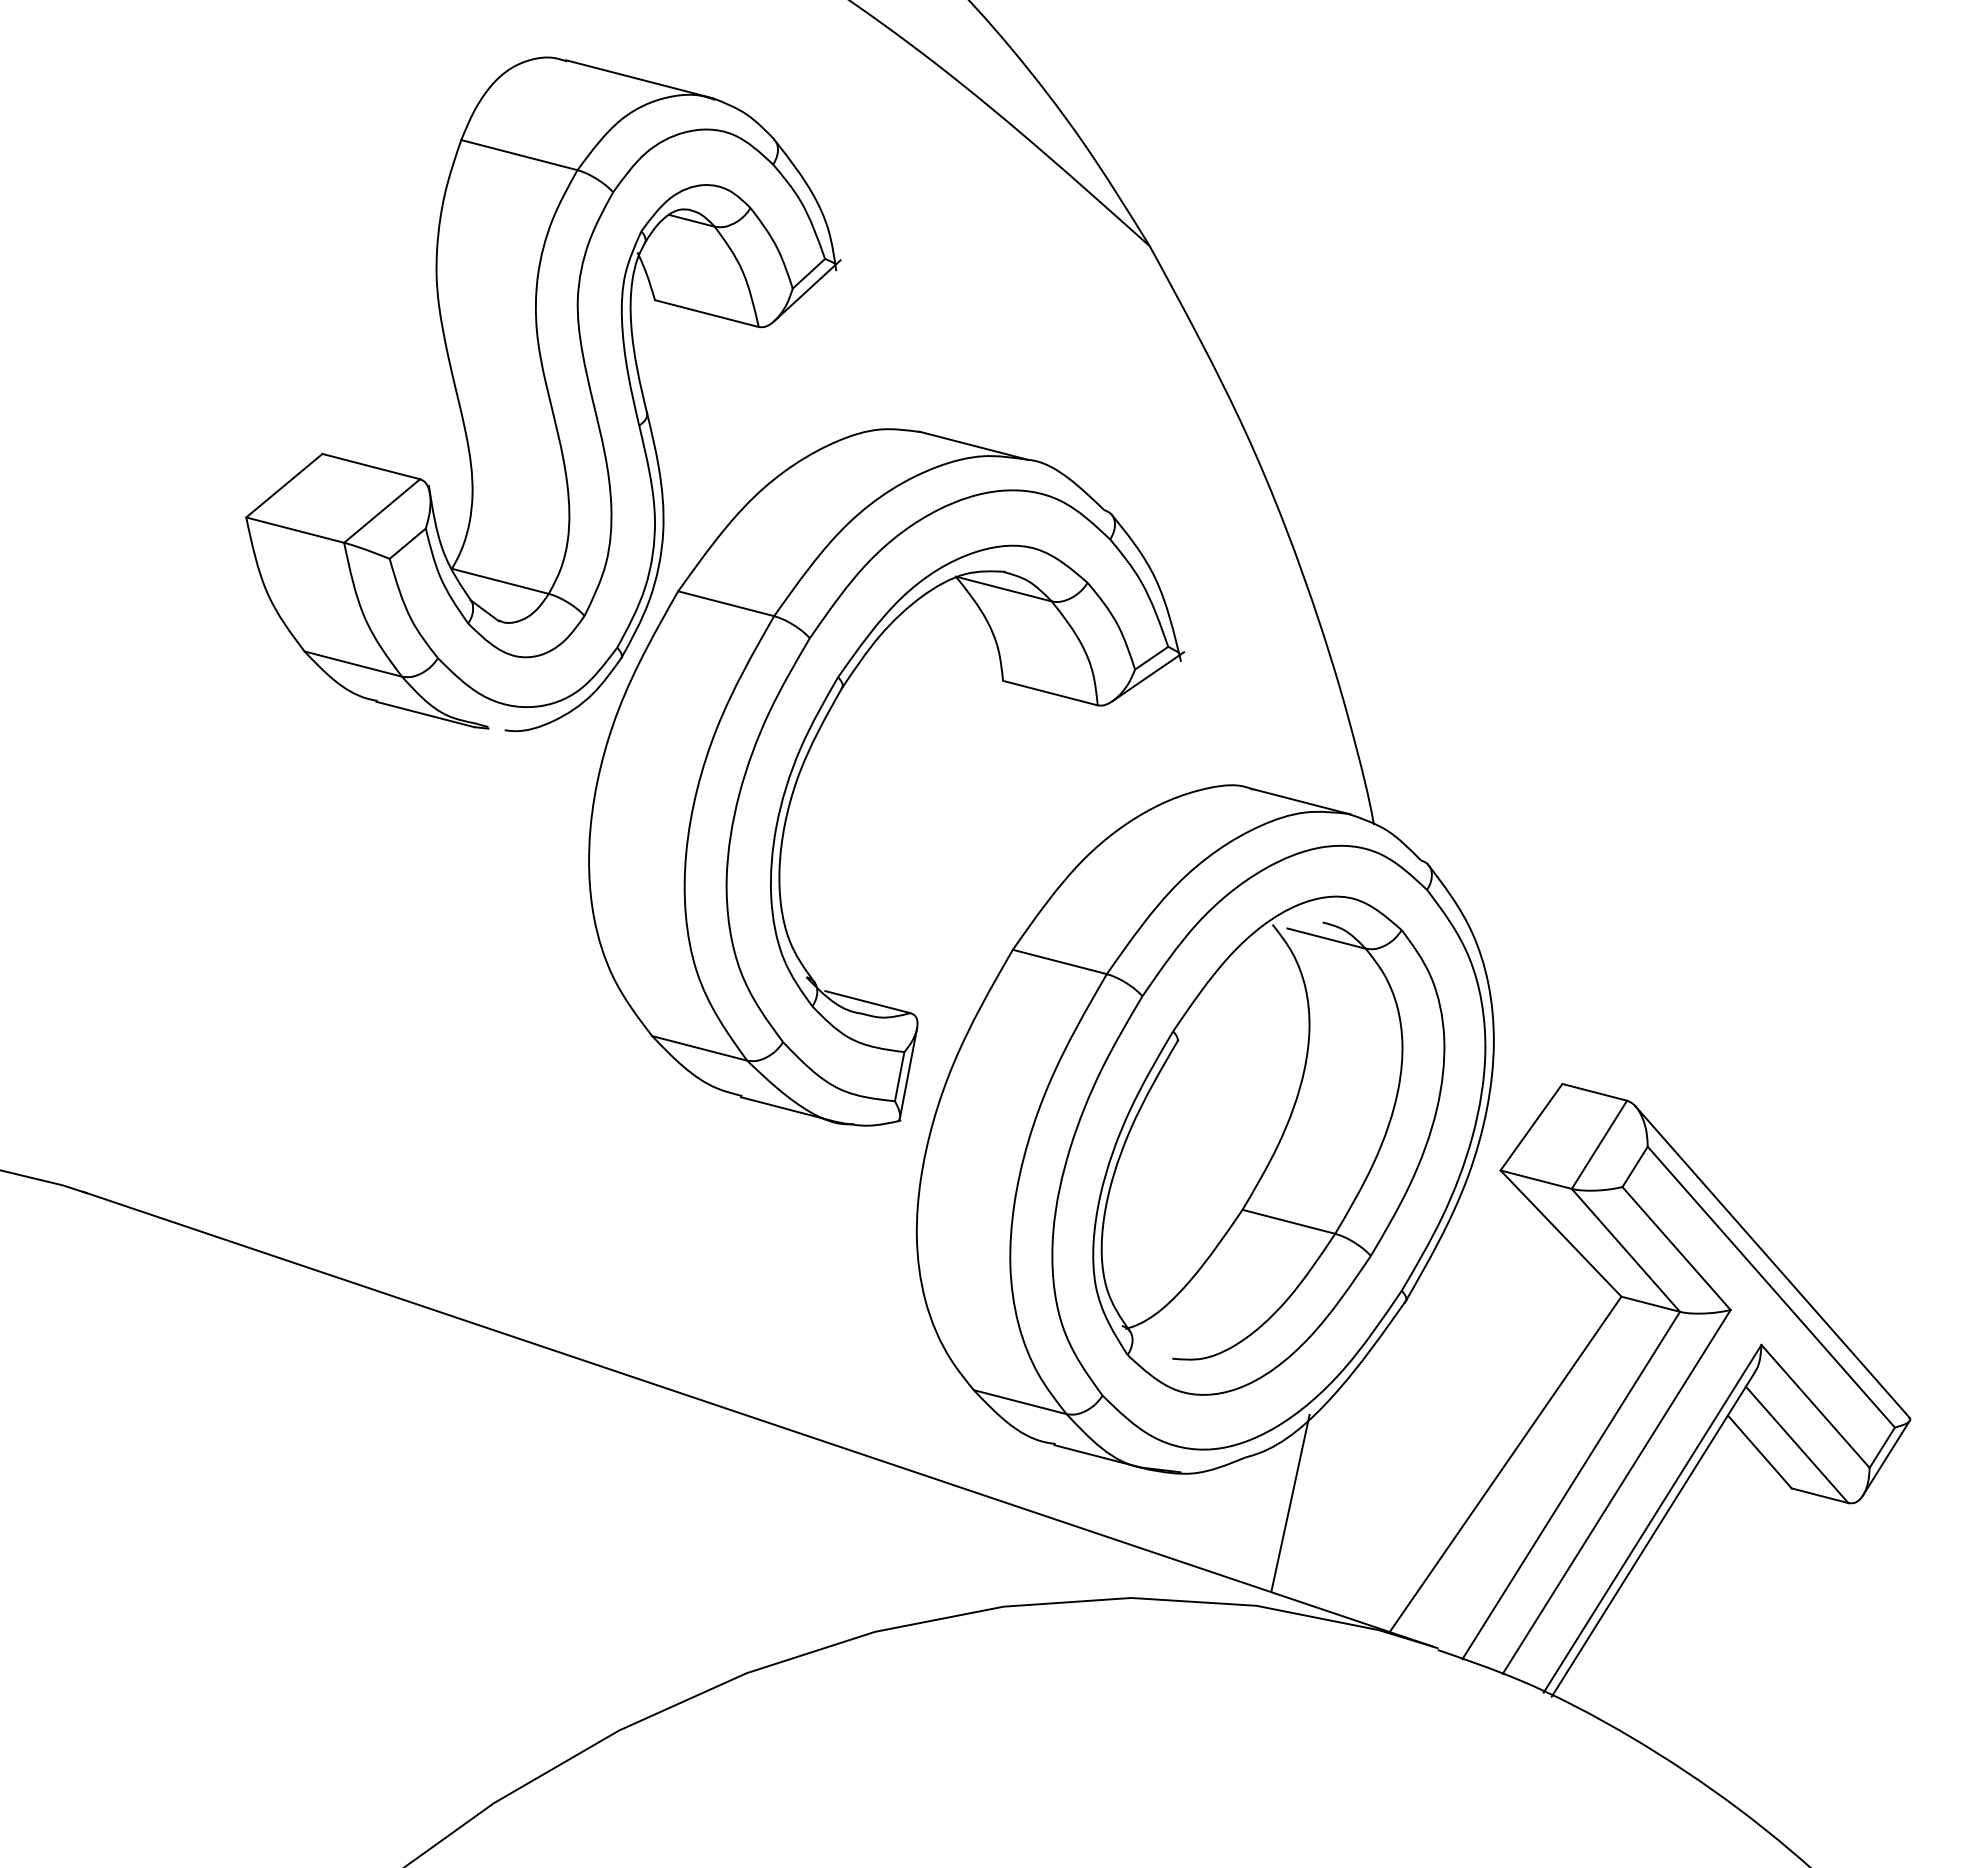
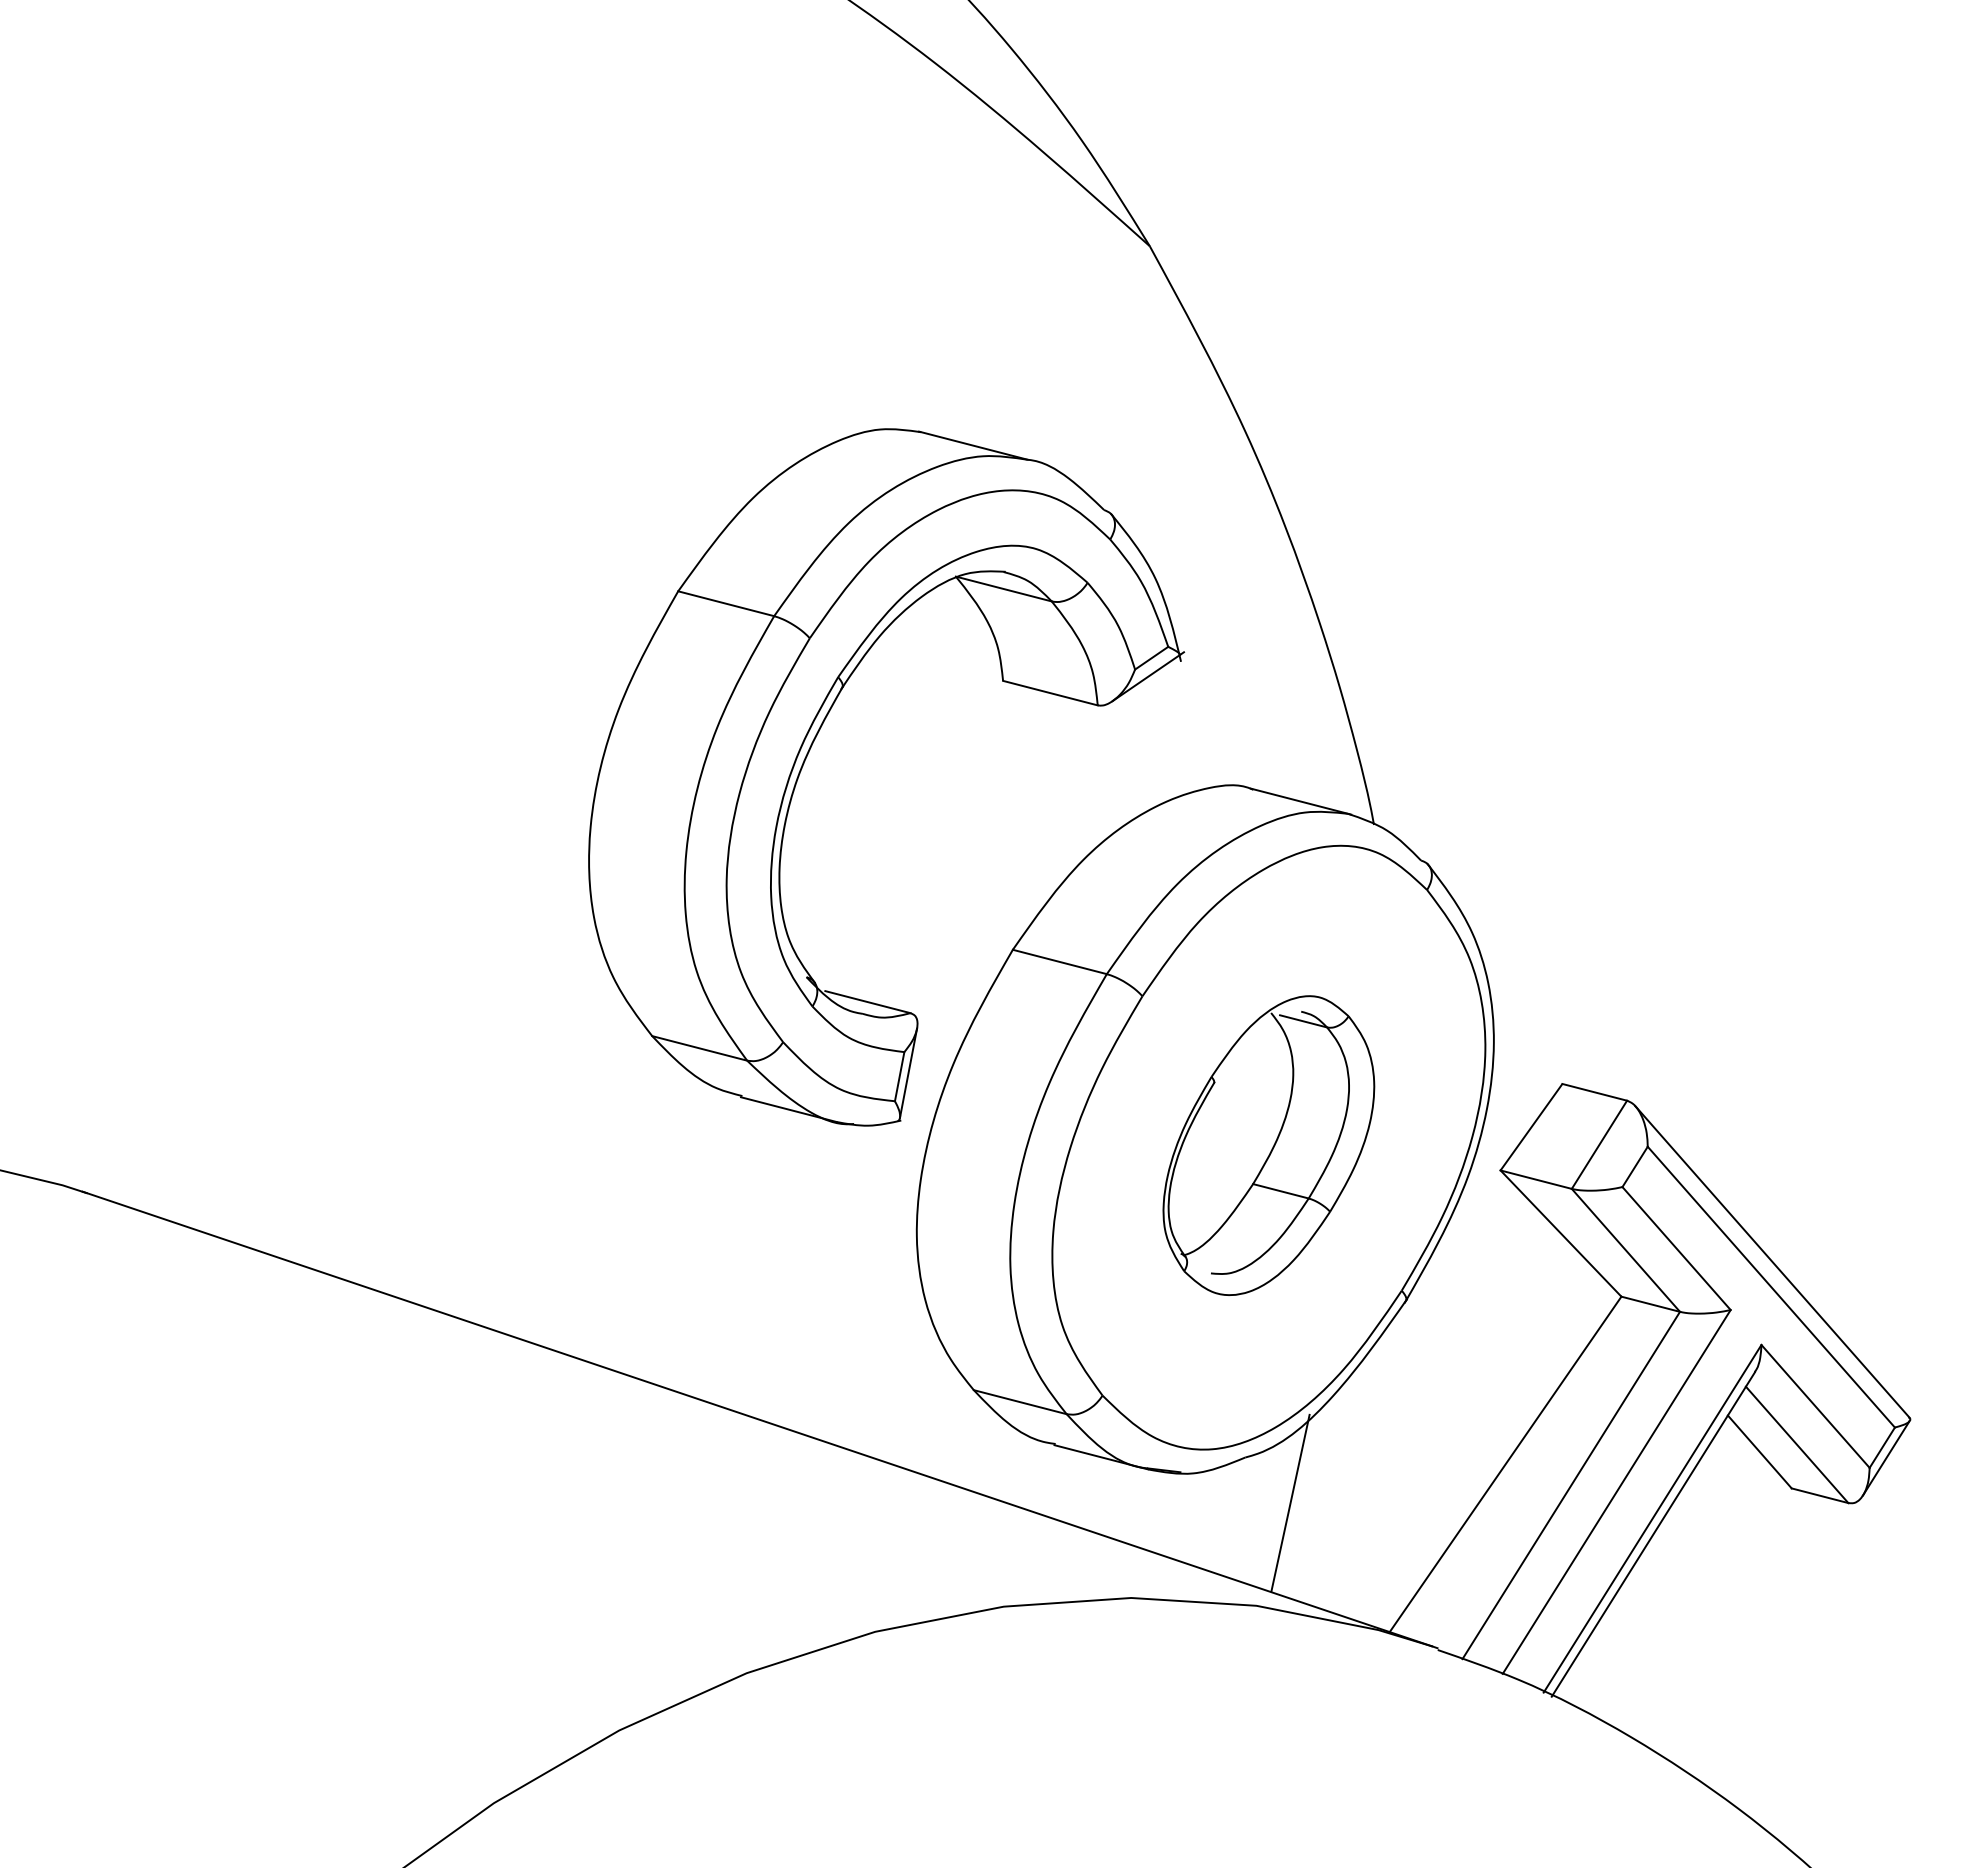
part at (543, 394): present -> none
part at (1268, 1145) size: 354x501 px -> 214x301 px
